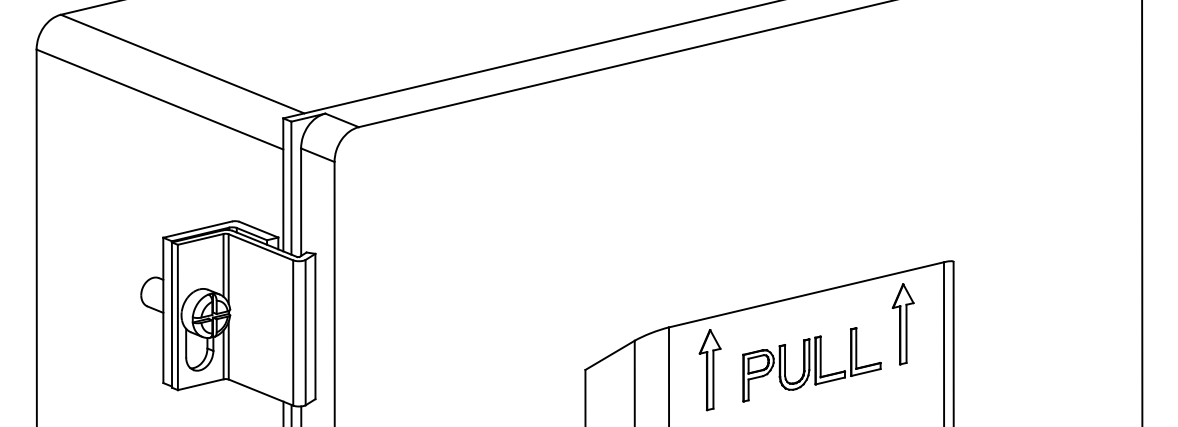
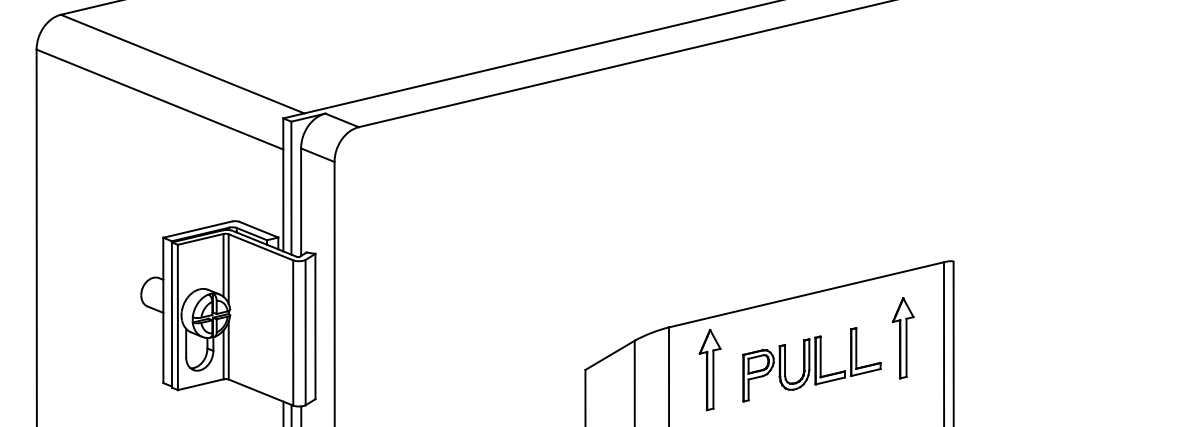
line at (1142, 212): present -> none
part at (902, 324) position: (902, 324) -> (902, 338)
